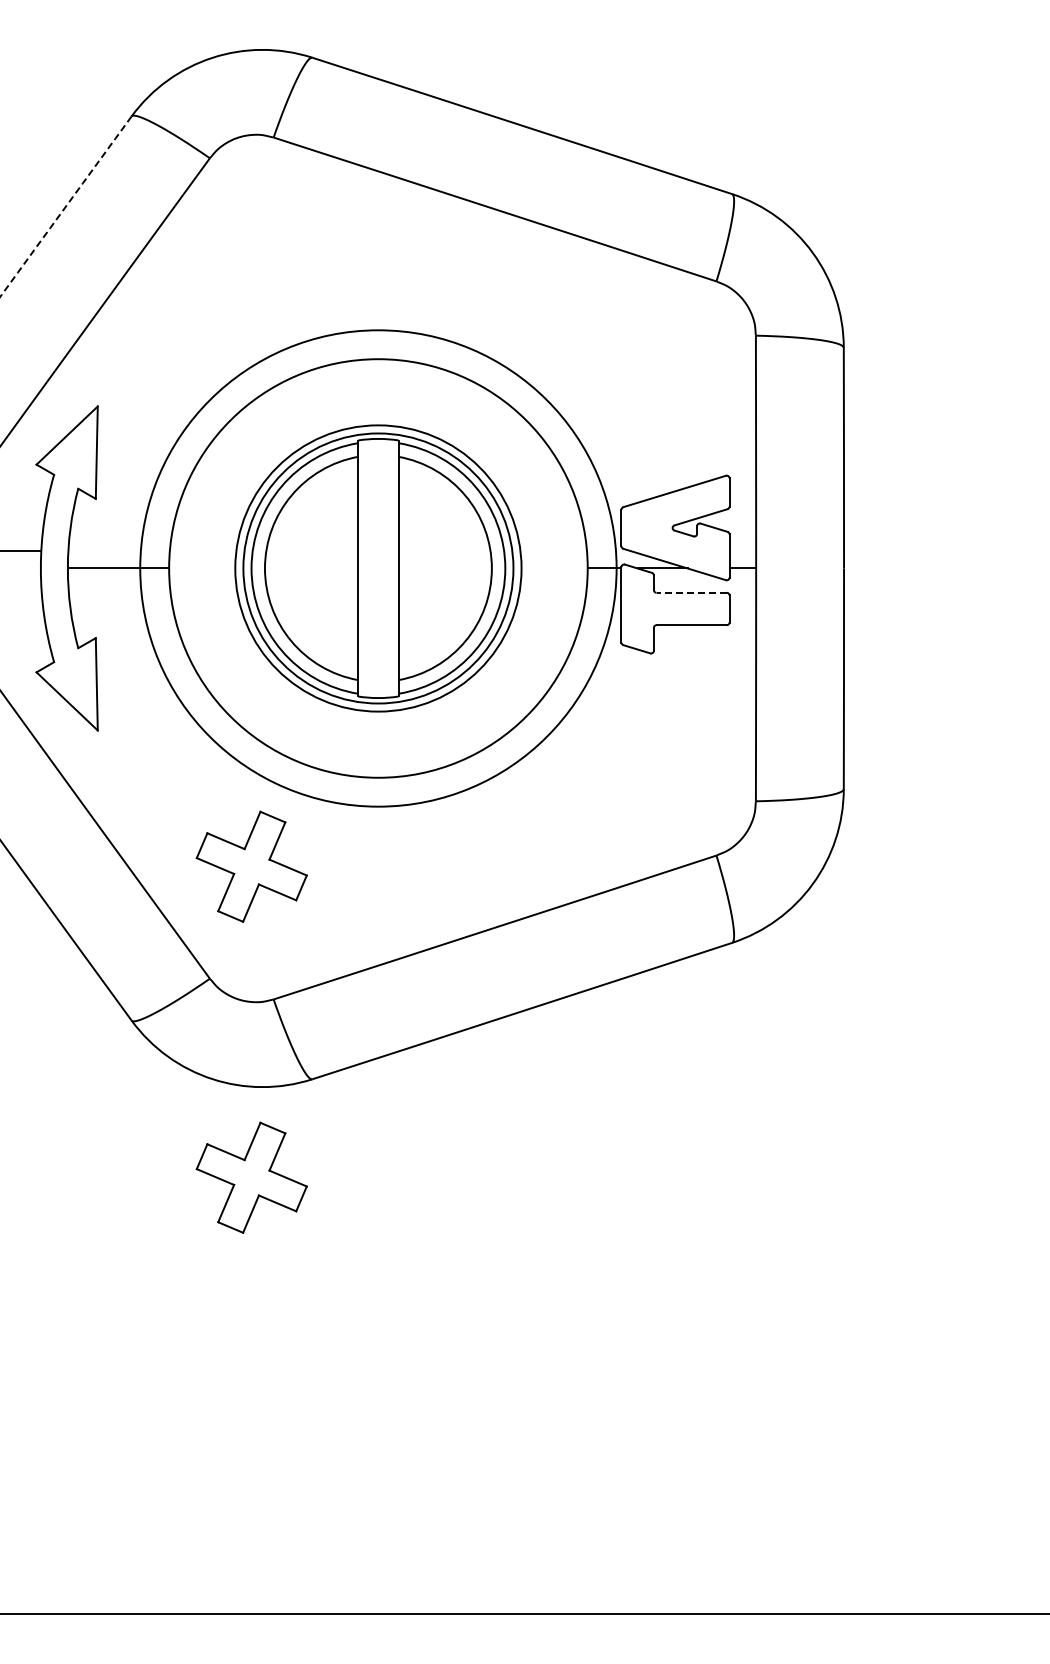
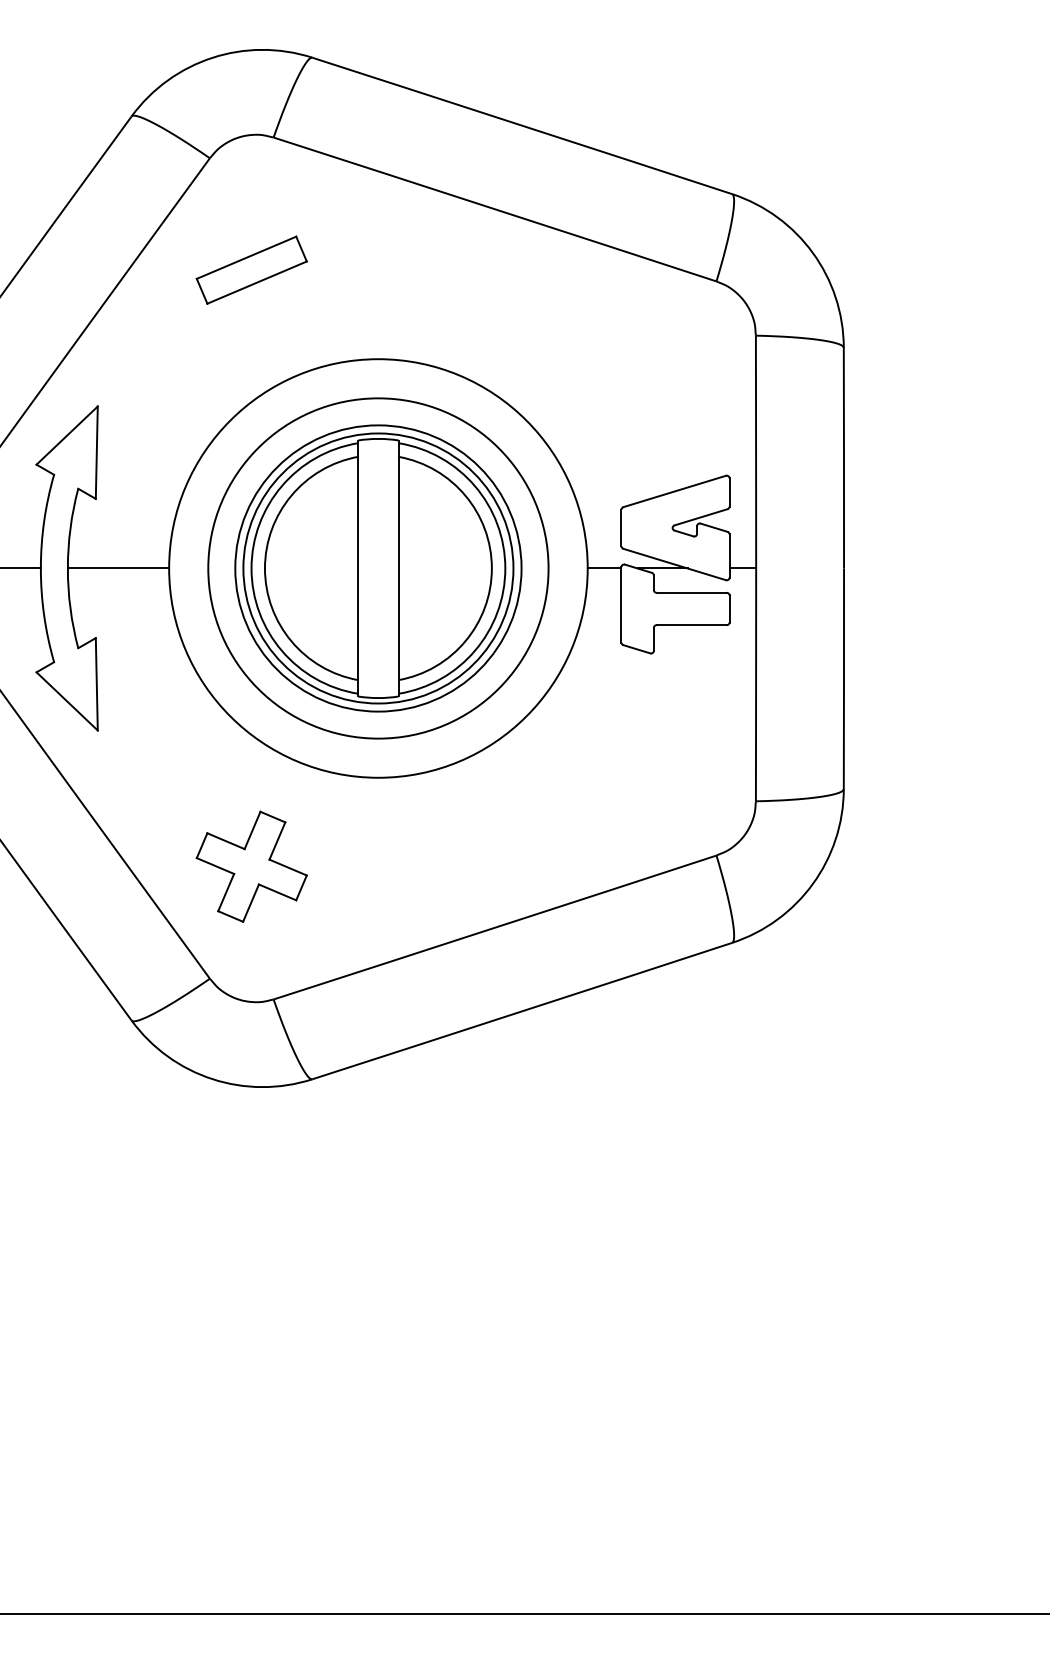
arc at (65, 207): dashed -> solid
part at (251, 269): none -> present
line at (21, 551) position: (21, 551) -> (21, 568)
circle at (378, 568) diameter: 476 px -> 340 px
line at (691, 592): dashed -> solid
part at (251, 1177): present -> none
